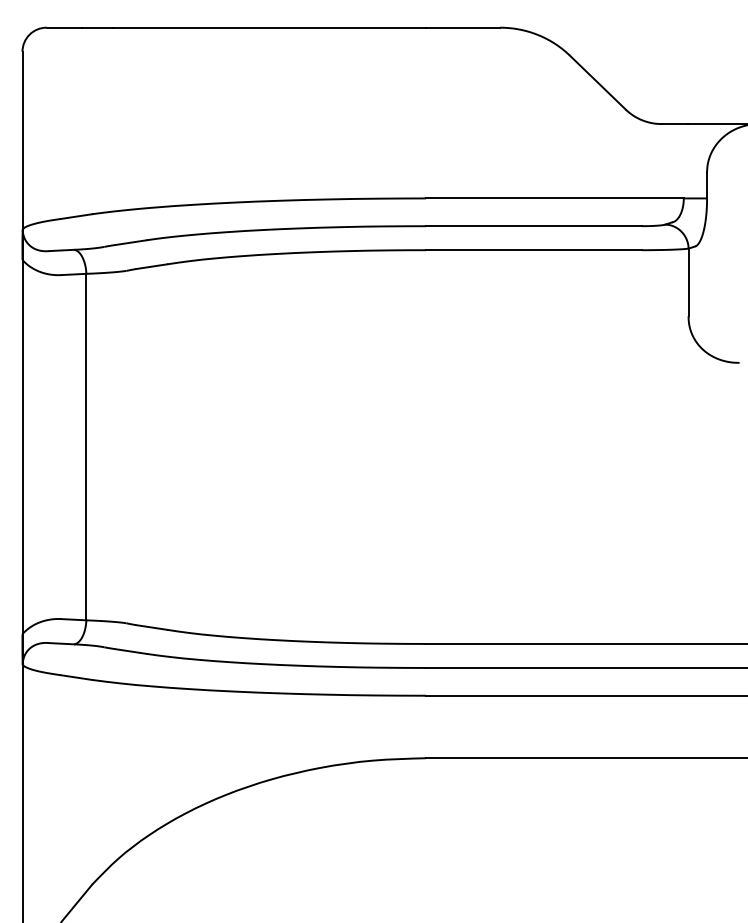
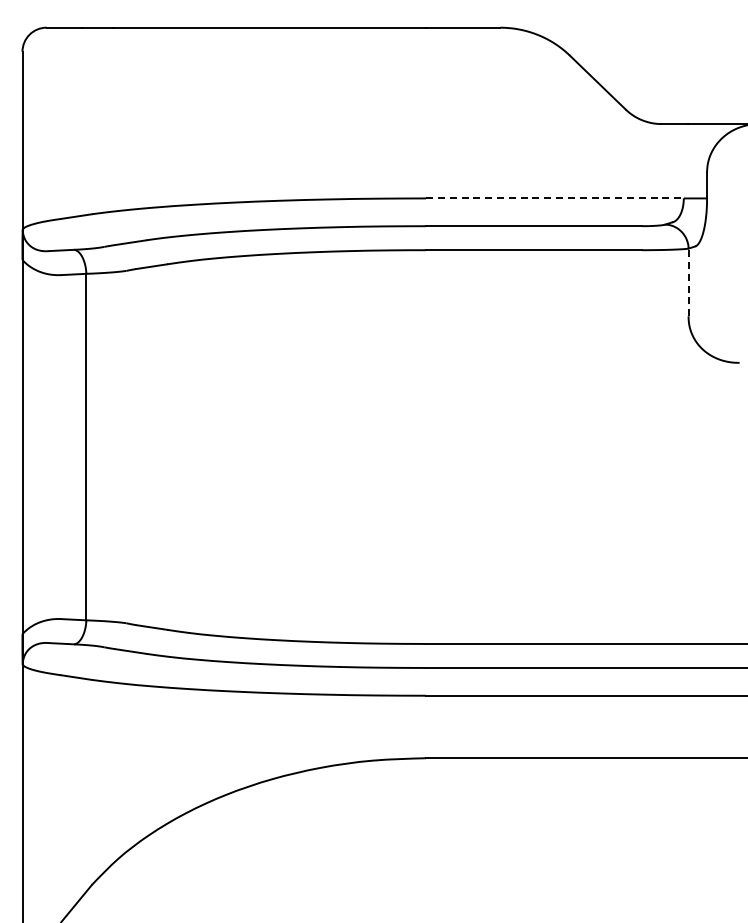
line at (554, 198): solid -> dashed
line at (688, 282): solid -> dashed
